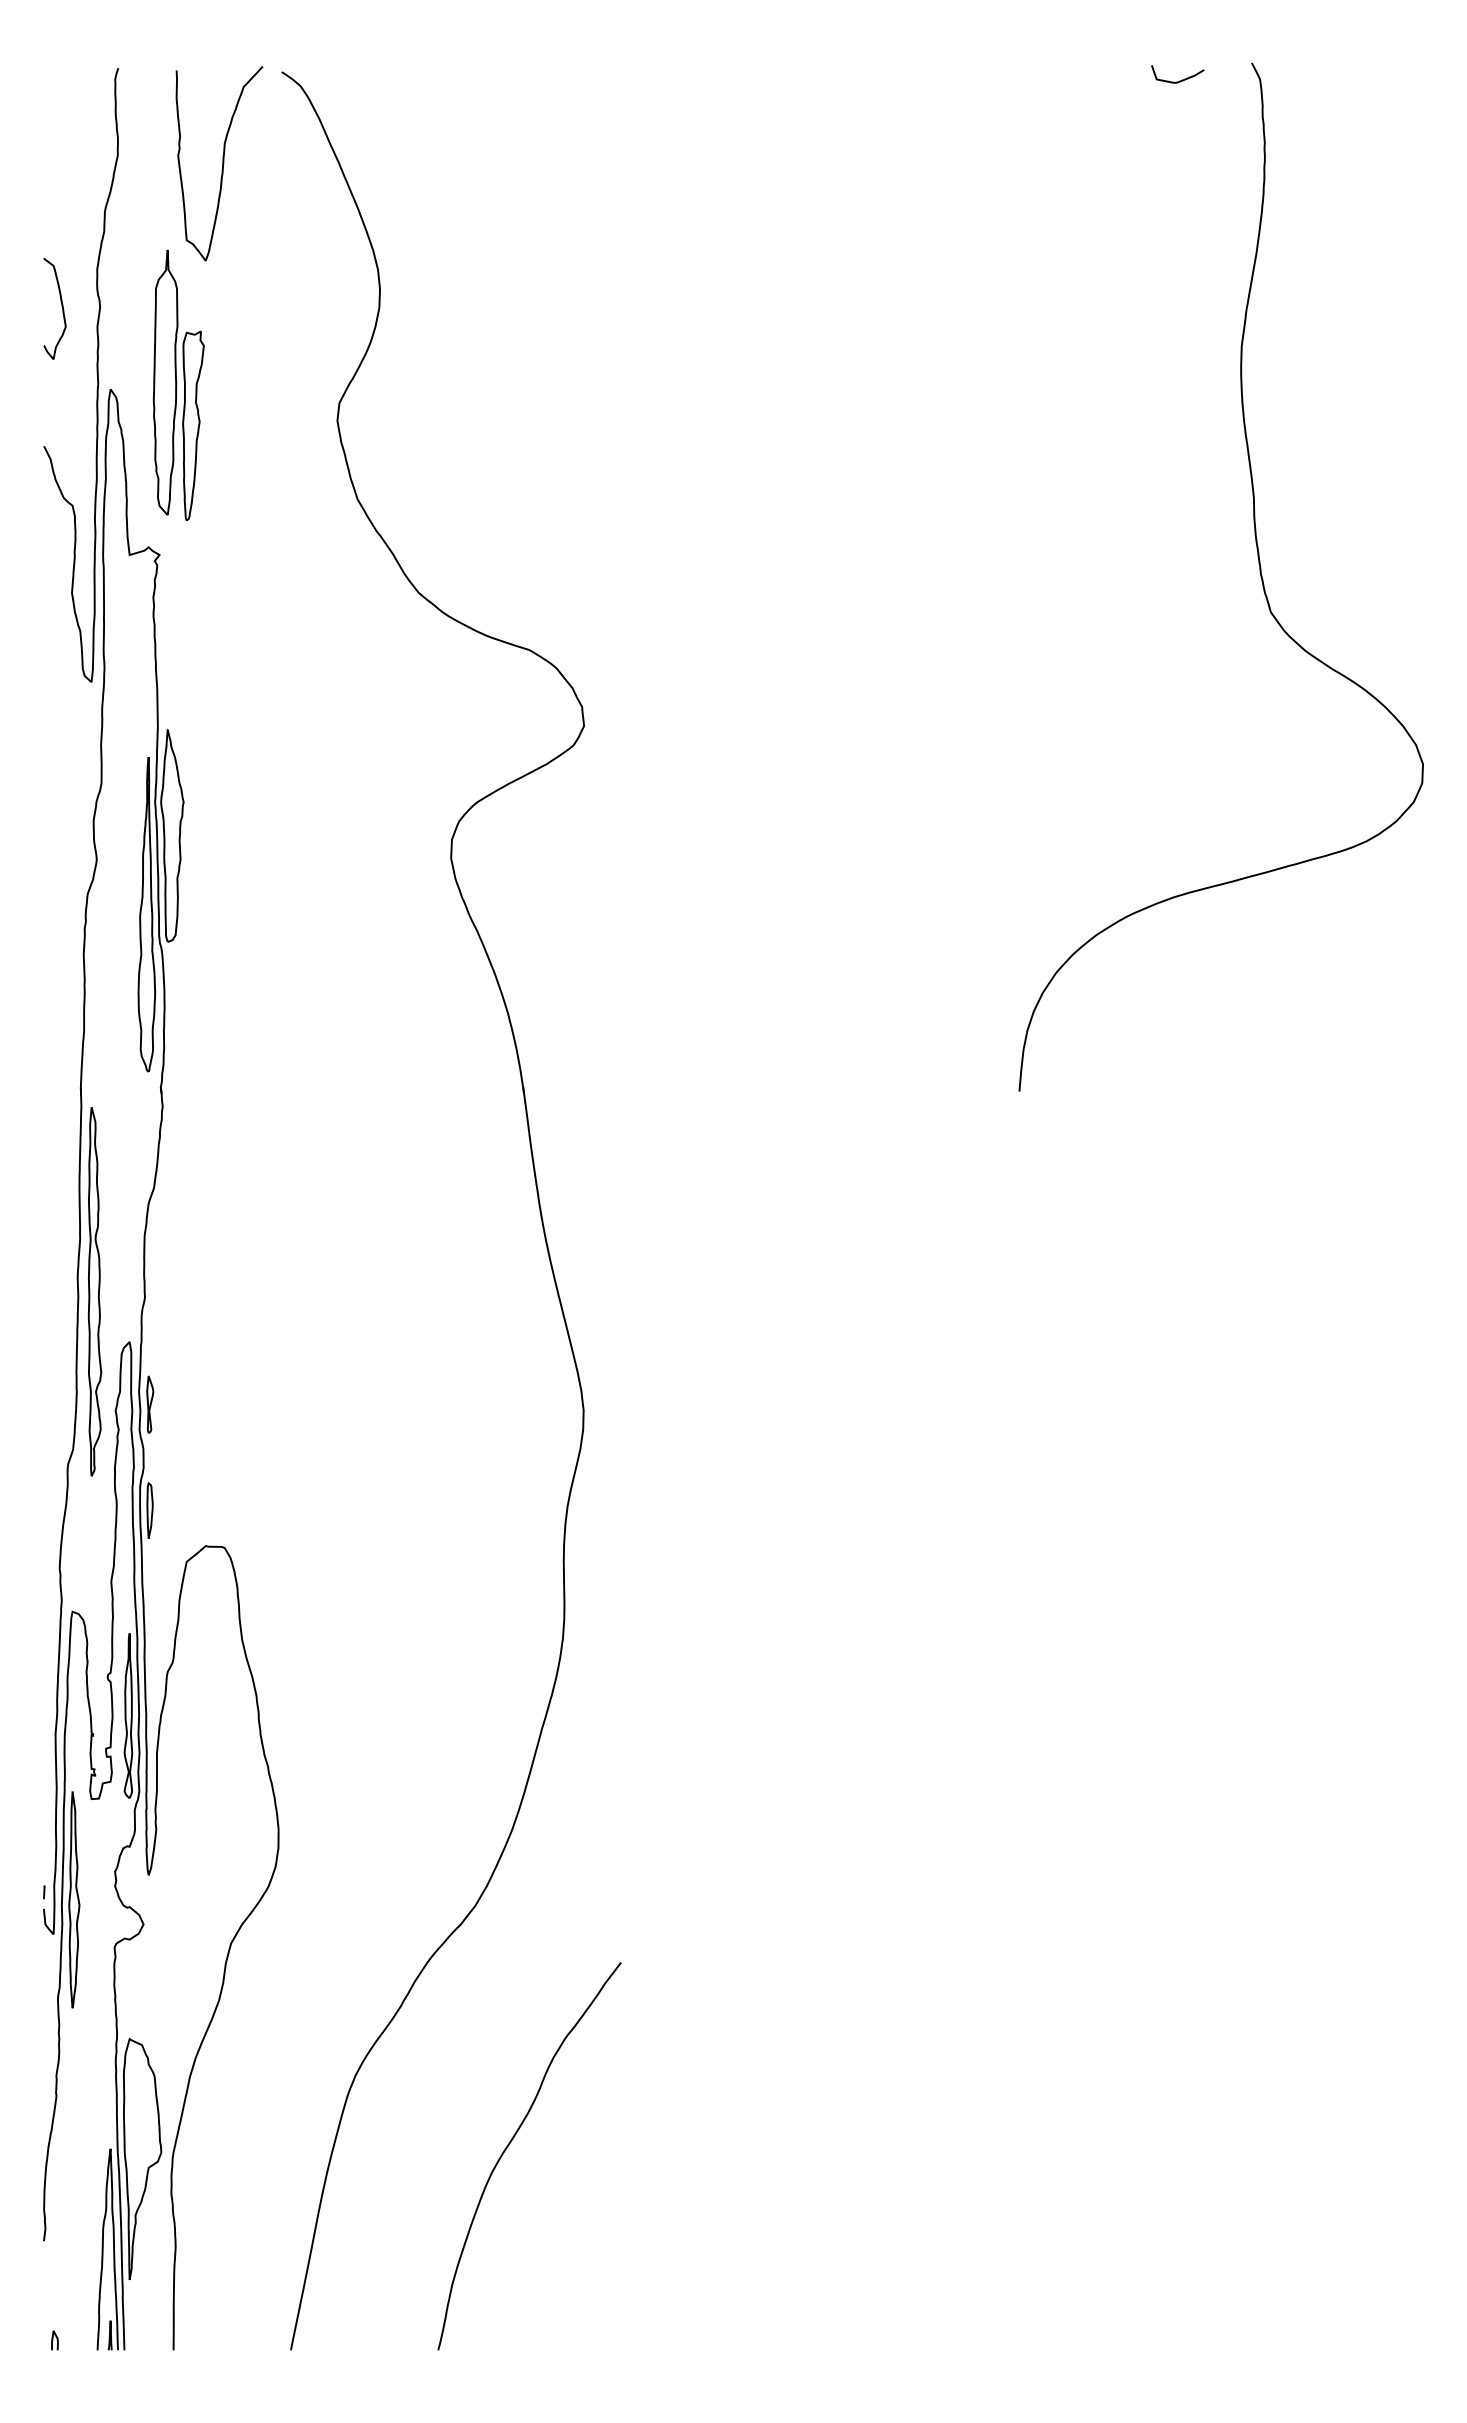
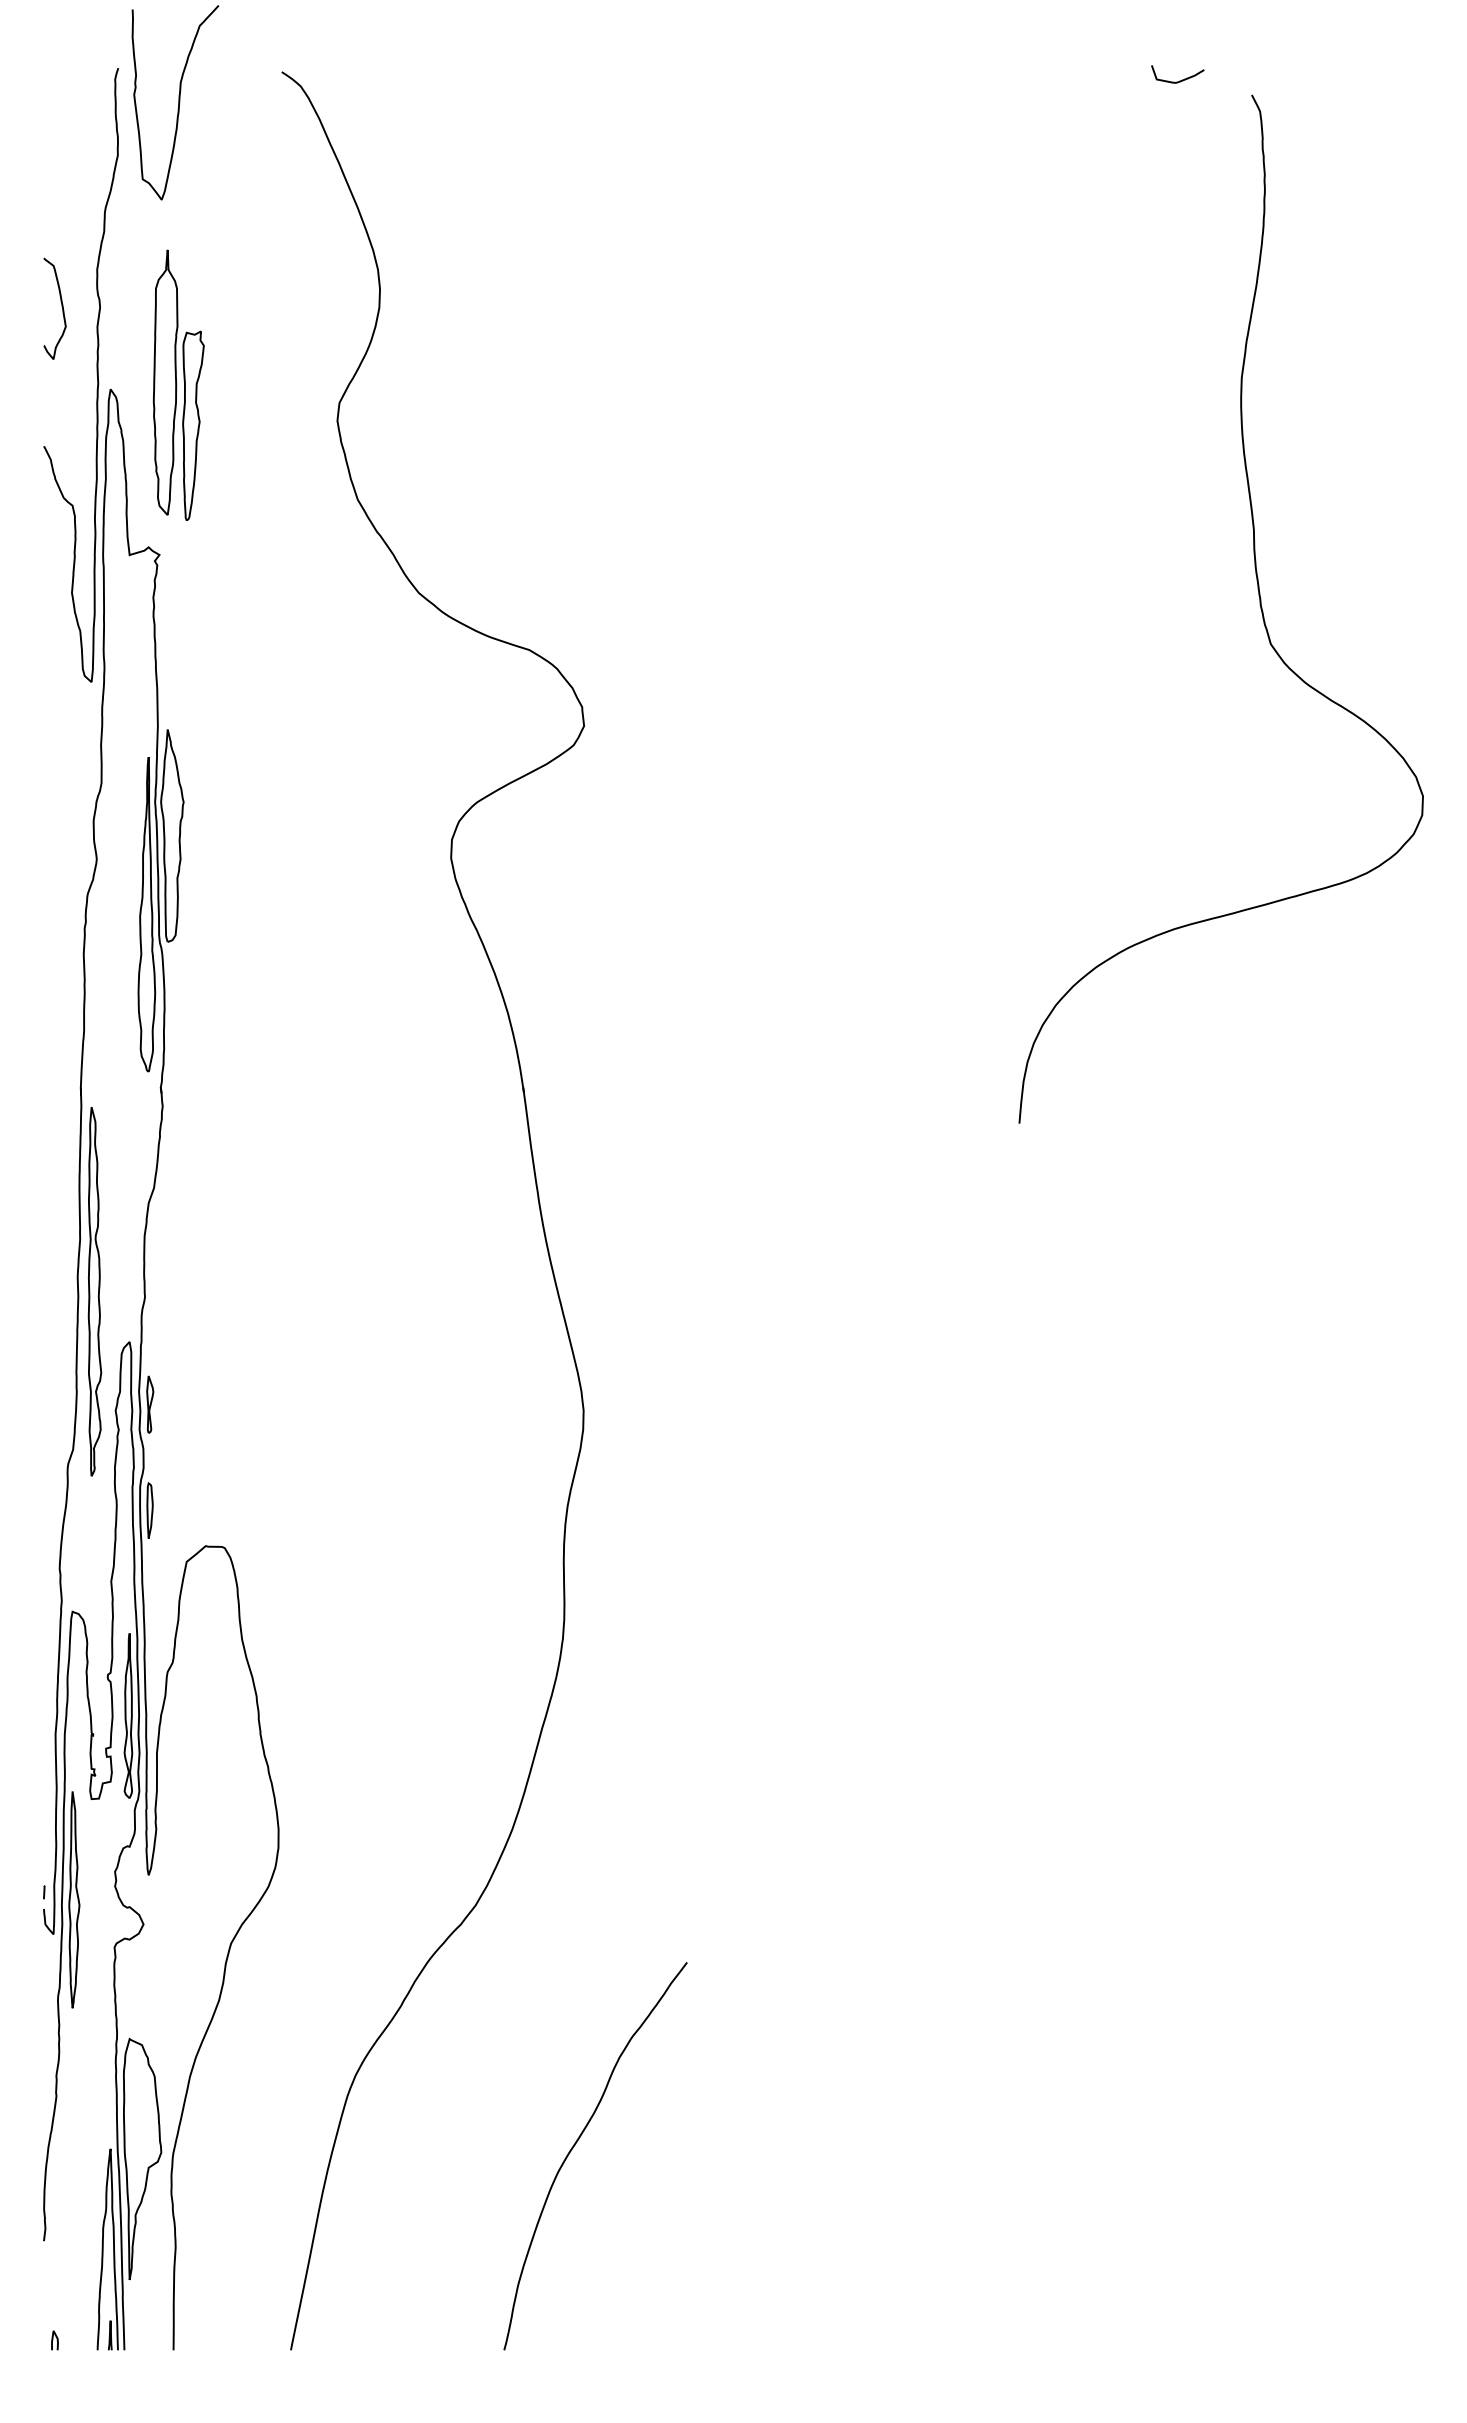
curve at (222, 163) position: (222, 163) -> (178, 102)
curve at (1259, 572) position: (1259, 572) -> (1259, 604)
curve at (511, 2142) position: (511, 2142) -> (577, 2142)
